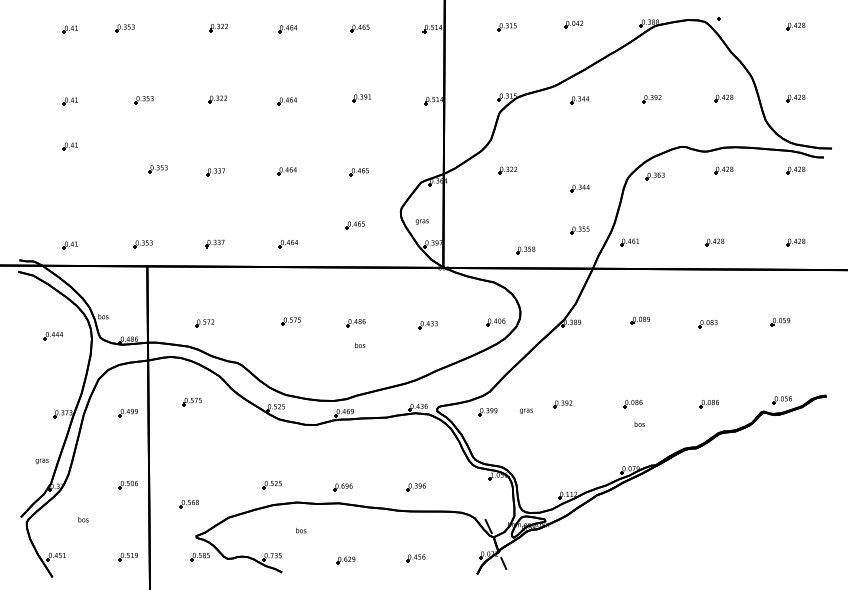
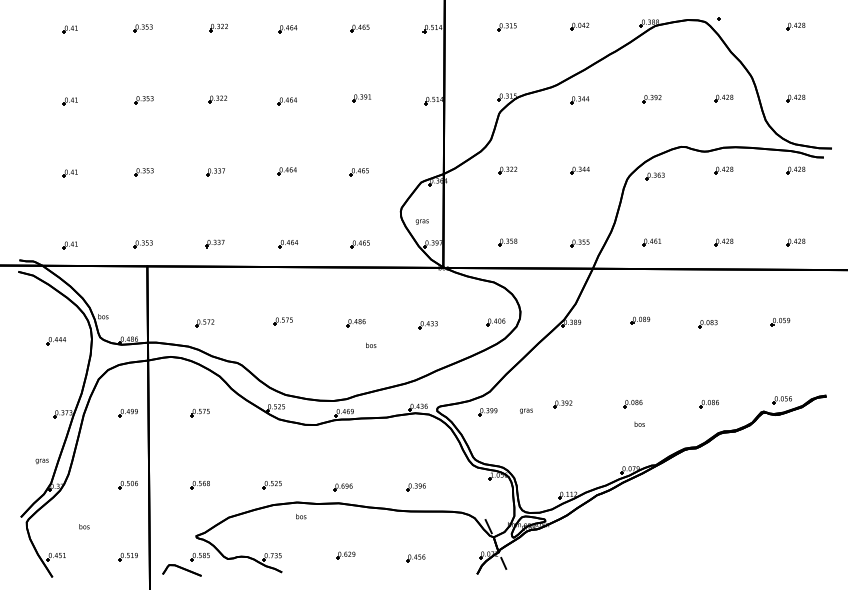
part at (573, 24) position: (573, 24) -> (579, 26)
part at (124, 28) position: (124, 28) -> (142, 28)
part at (69, 146) position: (69, 146) -> (69, 173)
part at (157, 169) position: (157, 169) -> (143, 172)
part at (579, 188) position: (579, 188) -> (579, 170)
part at (354, 225) position: (354, 225) -> (359, 244)
part at (579, 230) position: (579, 230) -> (579, 243)
part at (629, 242) position: (629, 242) -> (651, 242)
part at (714, 242) position: (714, 242) -> (723, 242)
part at (525, 250) position: (525, 250) -> (507, 242)
part at (290, 321) position: (290, 321) -> (282, 321)
part at (52, 336) position: (52, 336) -> (55, 341)
text at (360, 344) position: (360, 344) -> (371, 344)
part at (191, 402) position: (191, 402) -> (199, 413)
part at (188, 504) position: (188, 504) -> (199, 485)
text at (83, 519) position: (83, 519) -> (84, 526)
text at (301, 530) position: (301, 530) -> (301, 516)
part at (345, 560) position: (345, 560) -> (345, 555)
part at (181, 570): none -> present
